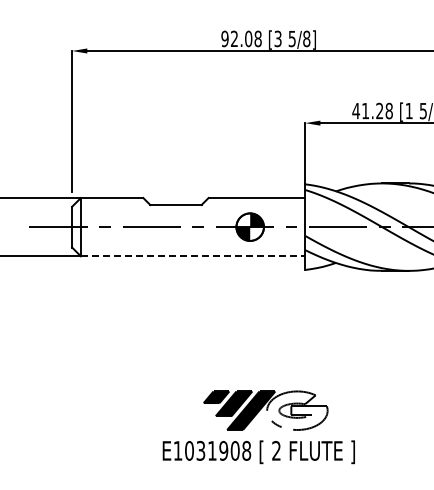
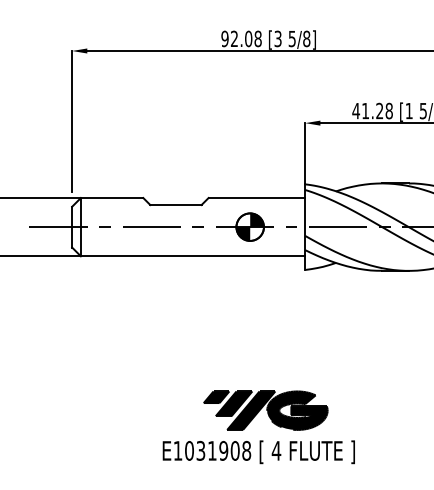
line at (193, 256): dashed -> solid
fill at (297, 410): none -> present
text at (276, 450): 2 -> 4
